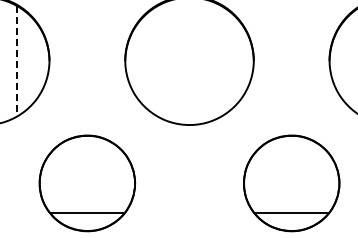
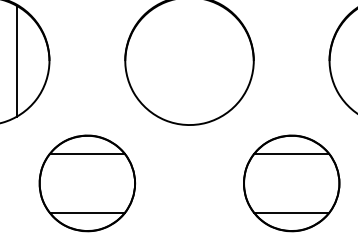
line at (16, 61): dashed -> solid
line at (86, 154): none -> present
line at (291, 154): none -> present
